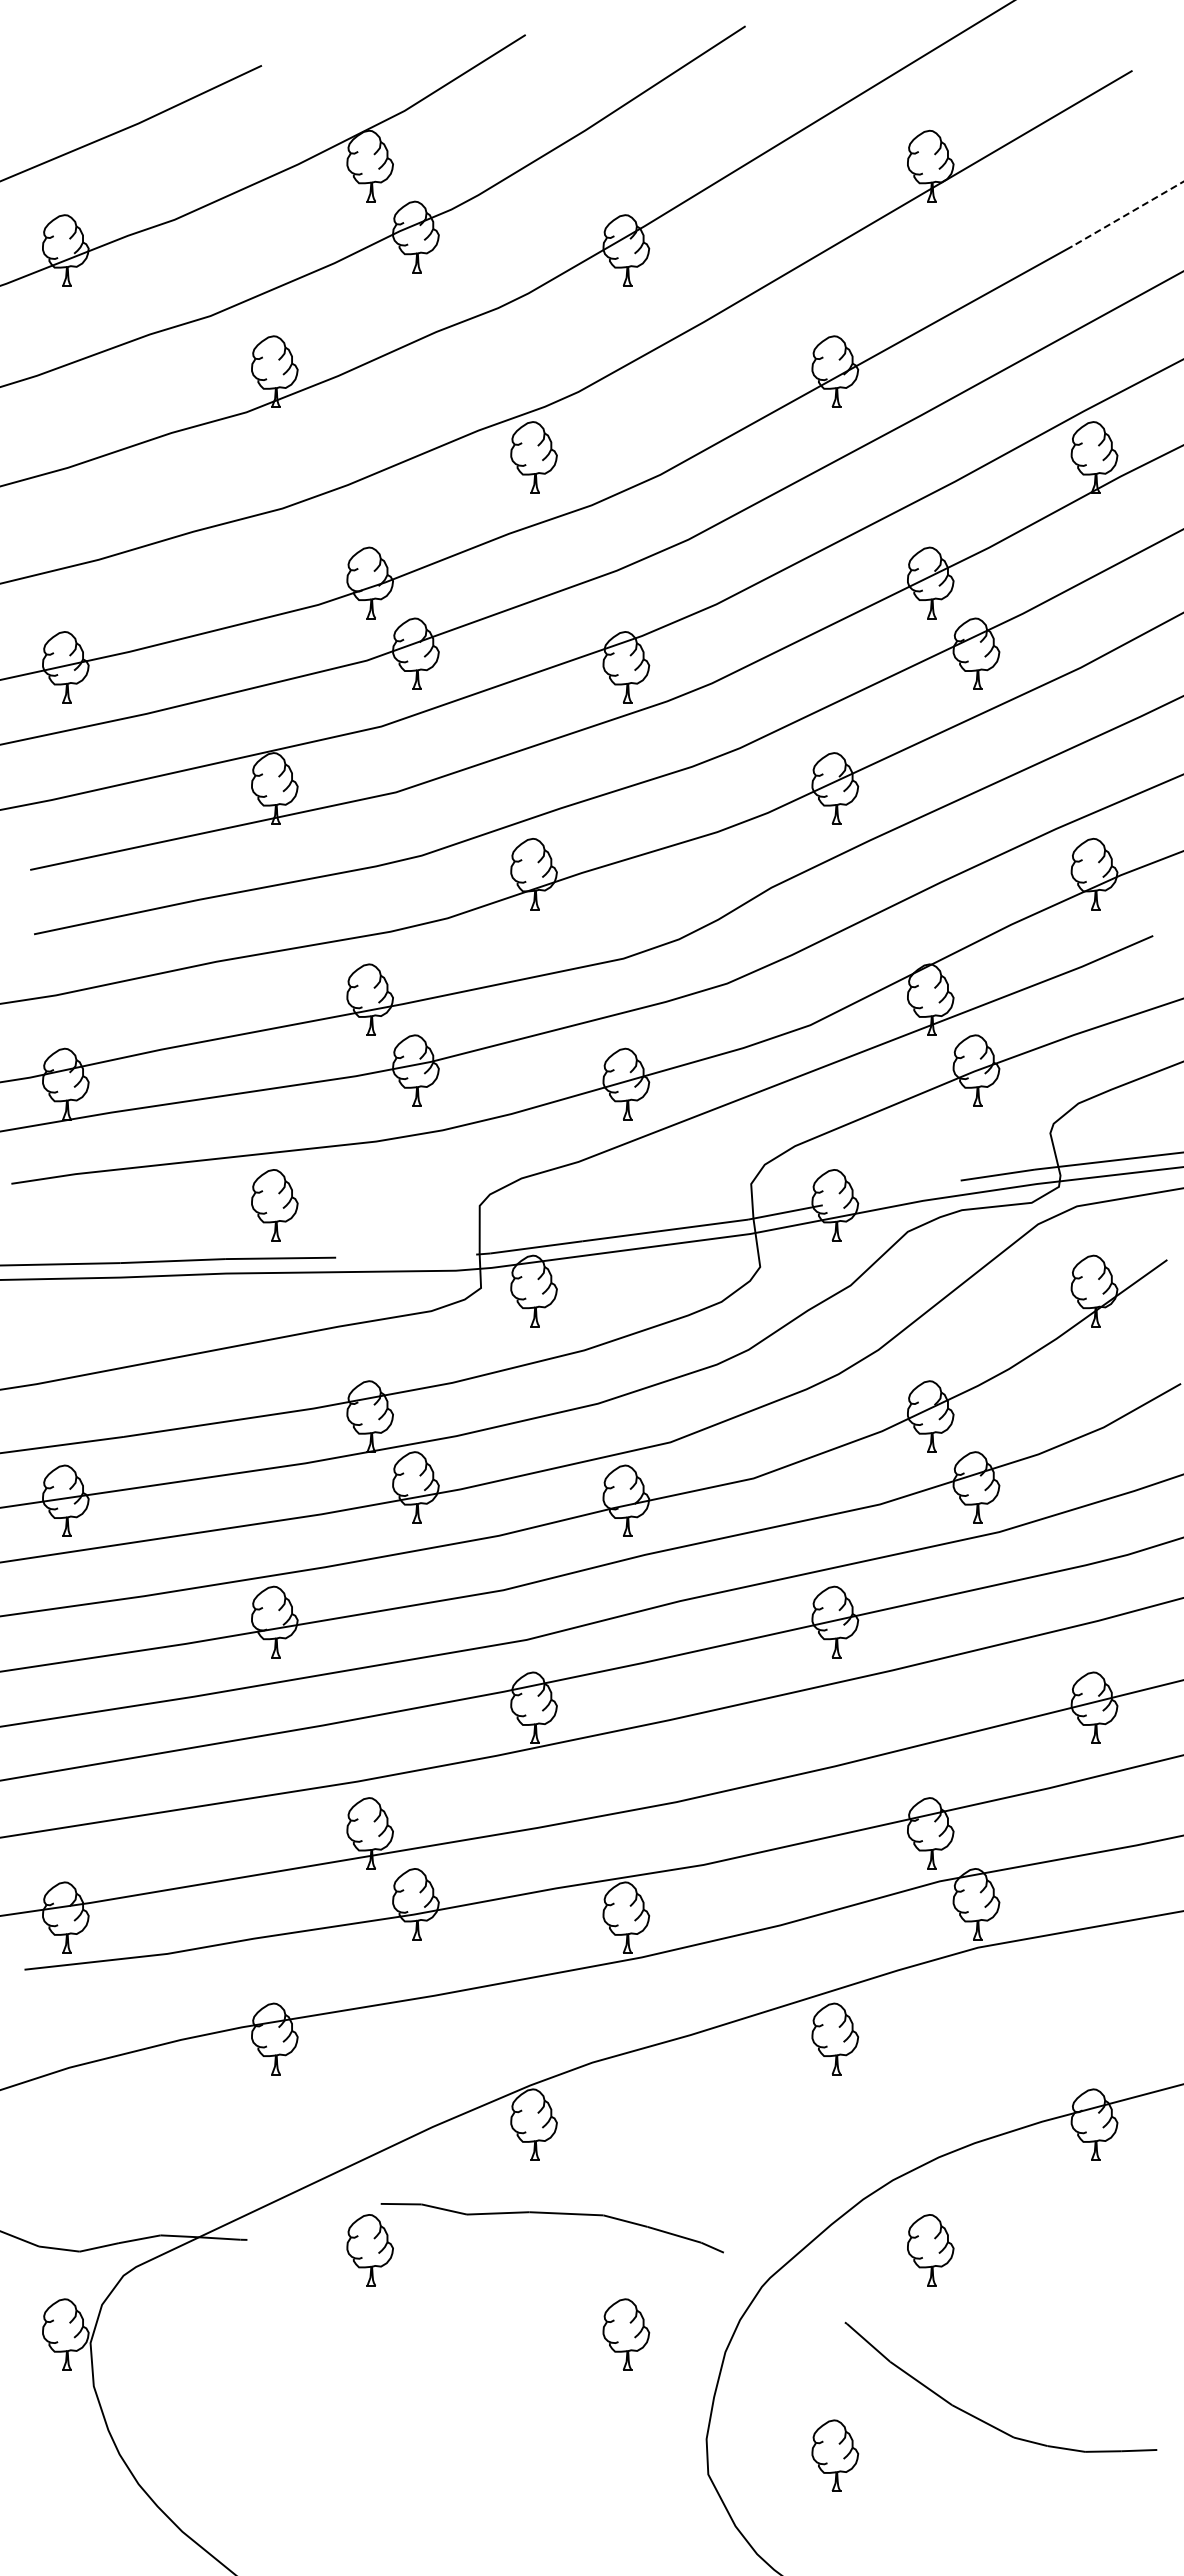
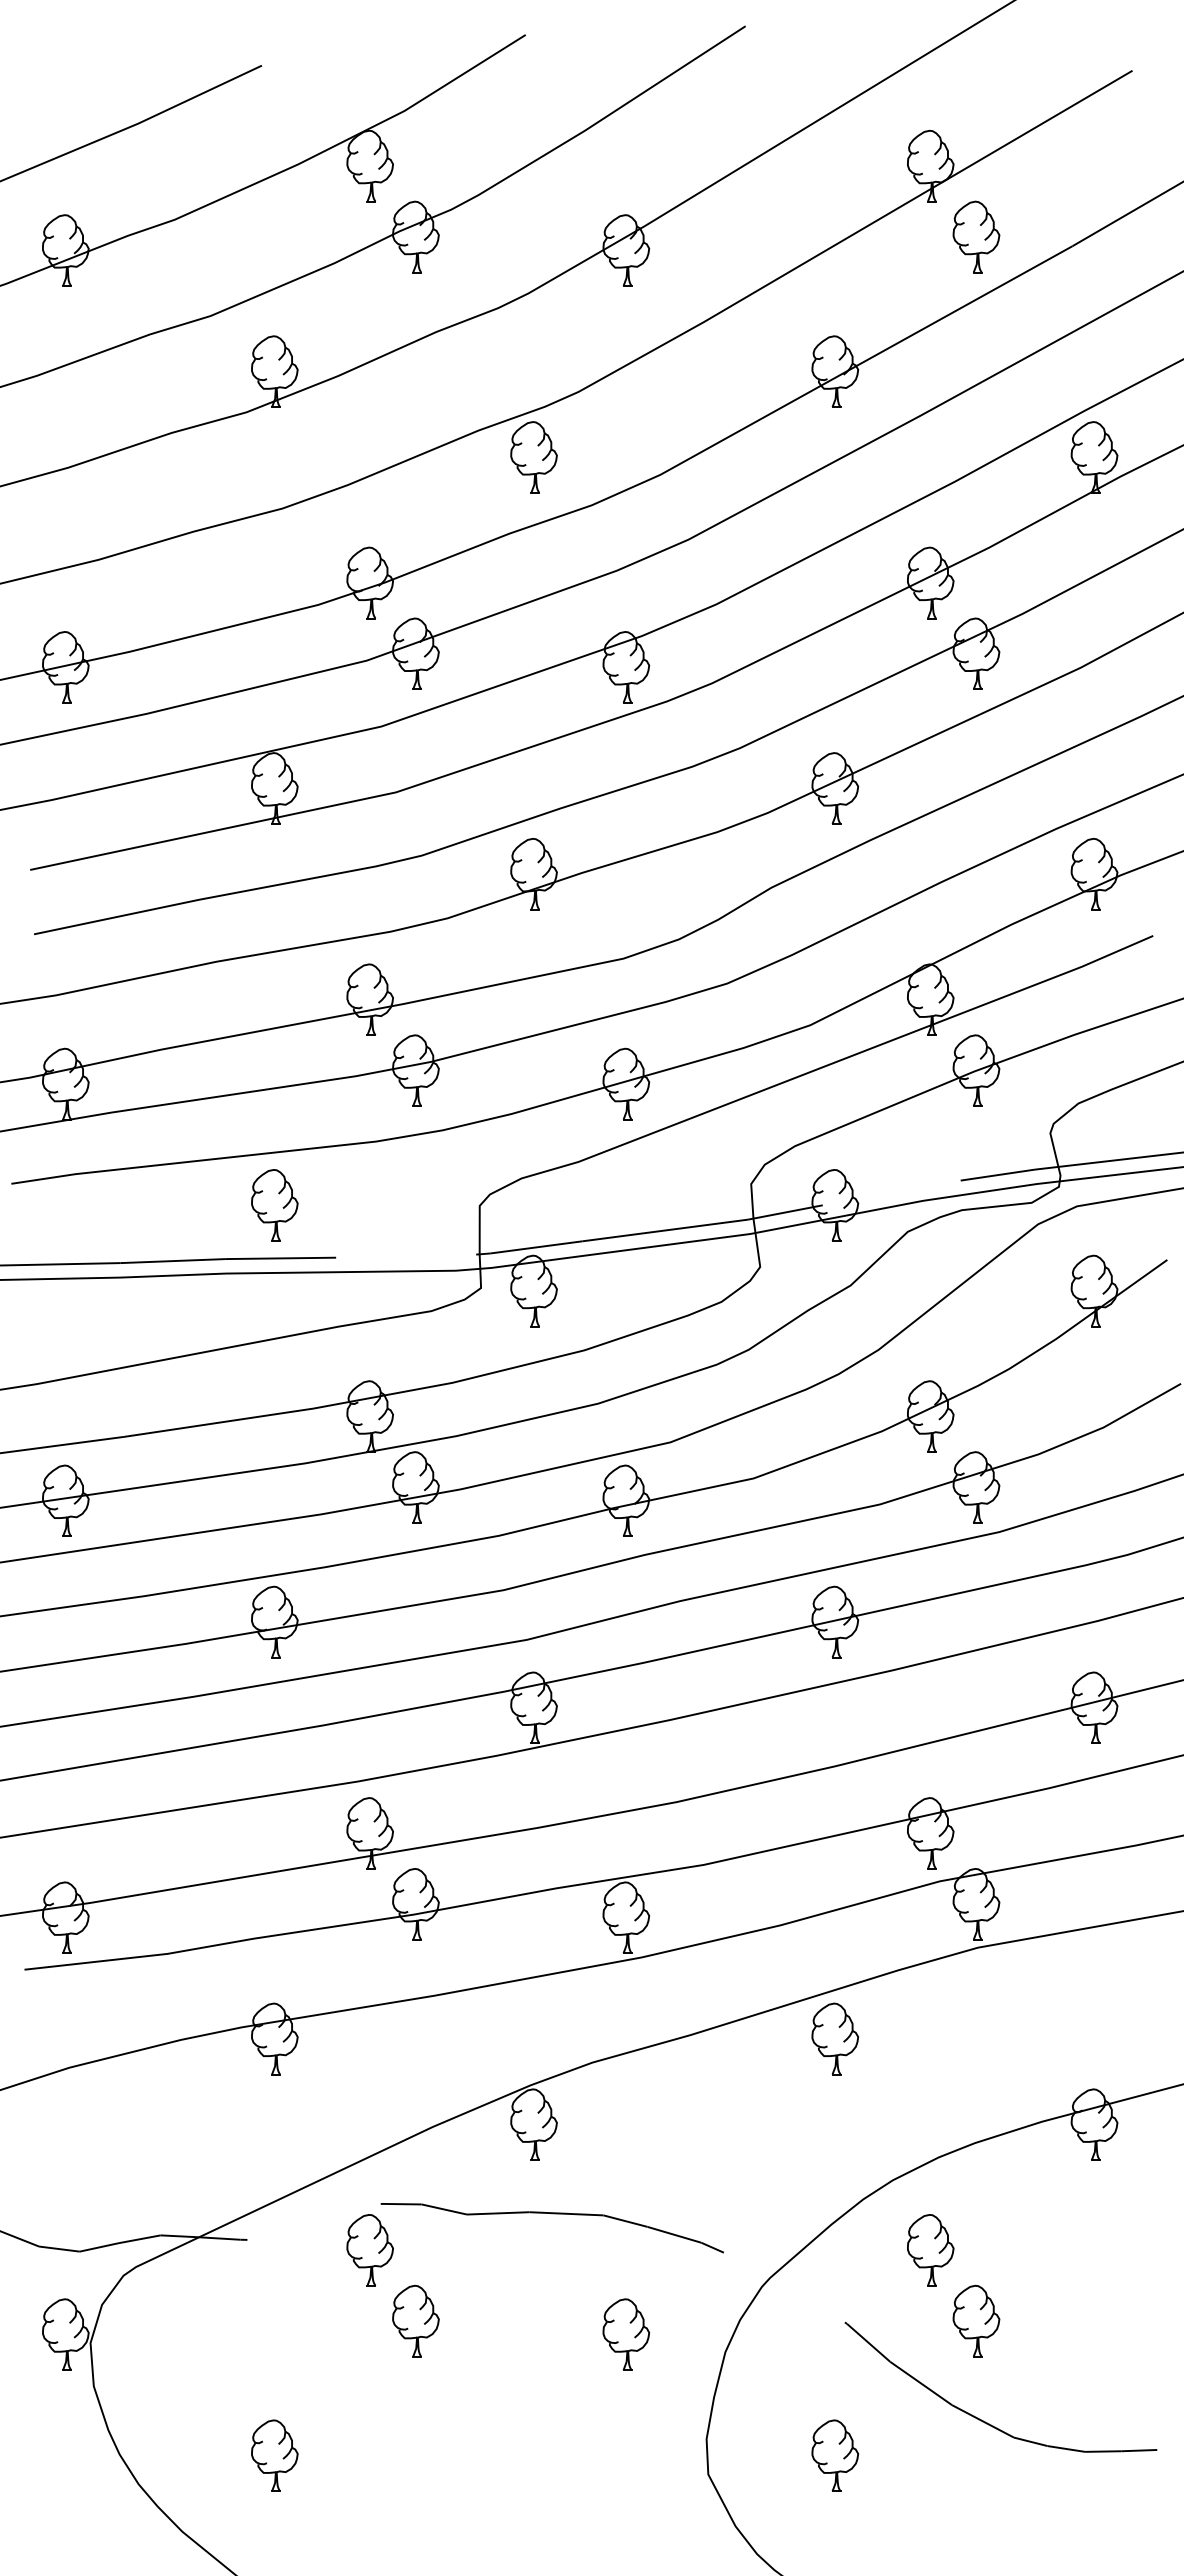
line at (1127, 214): dashed -> solid
part at (976, 236): none -> present
part at (415, 2320): none -> present
part at (976, 2320): none -> present
part at (274, 2455): none -> present
